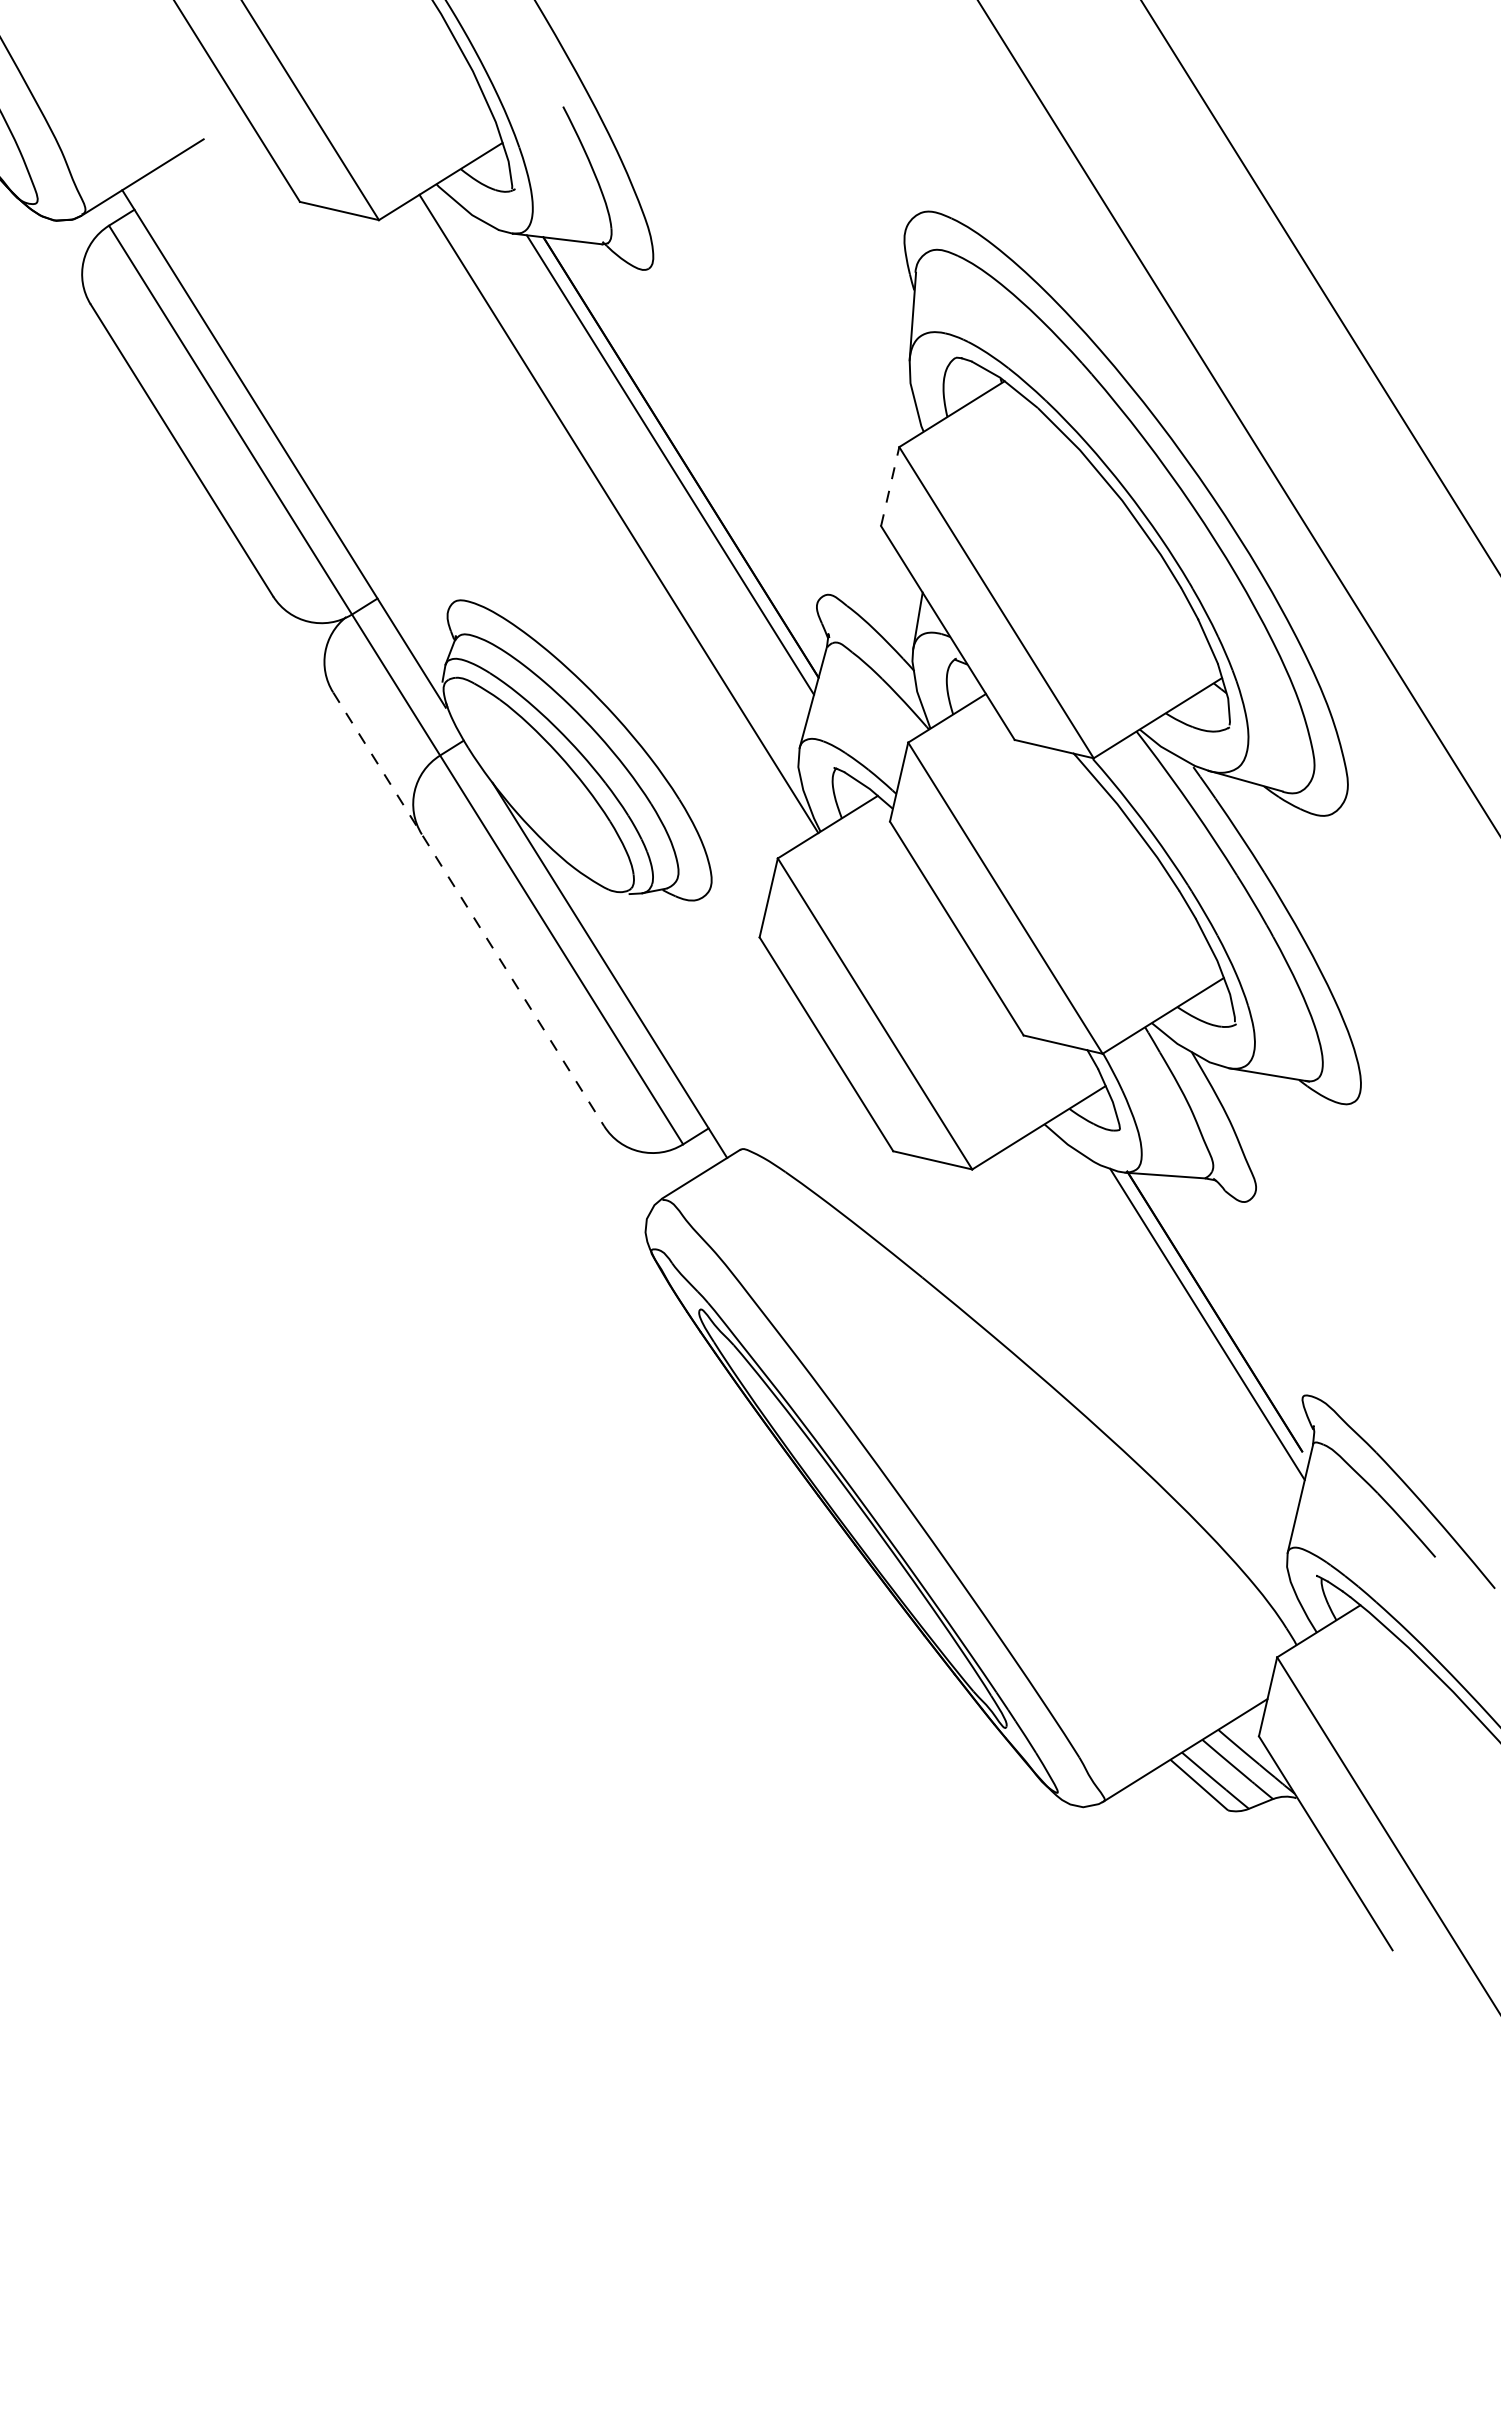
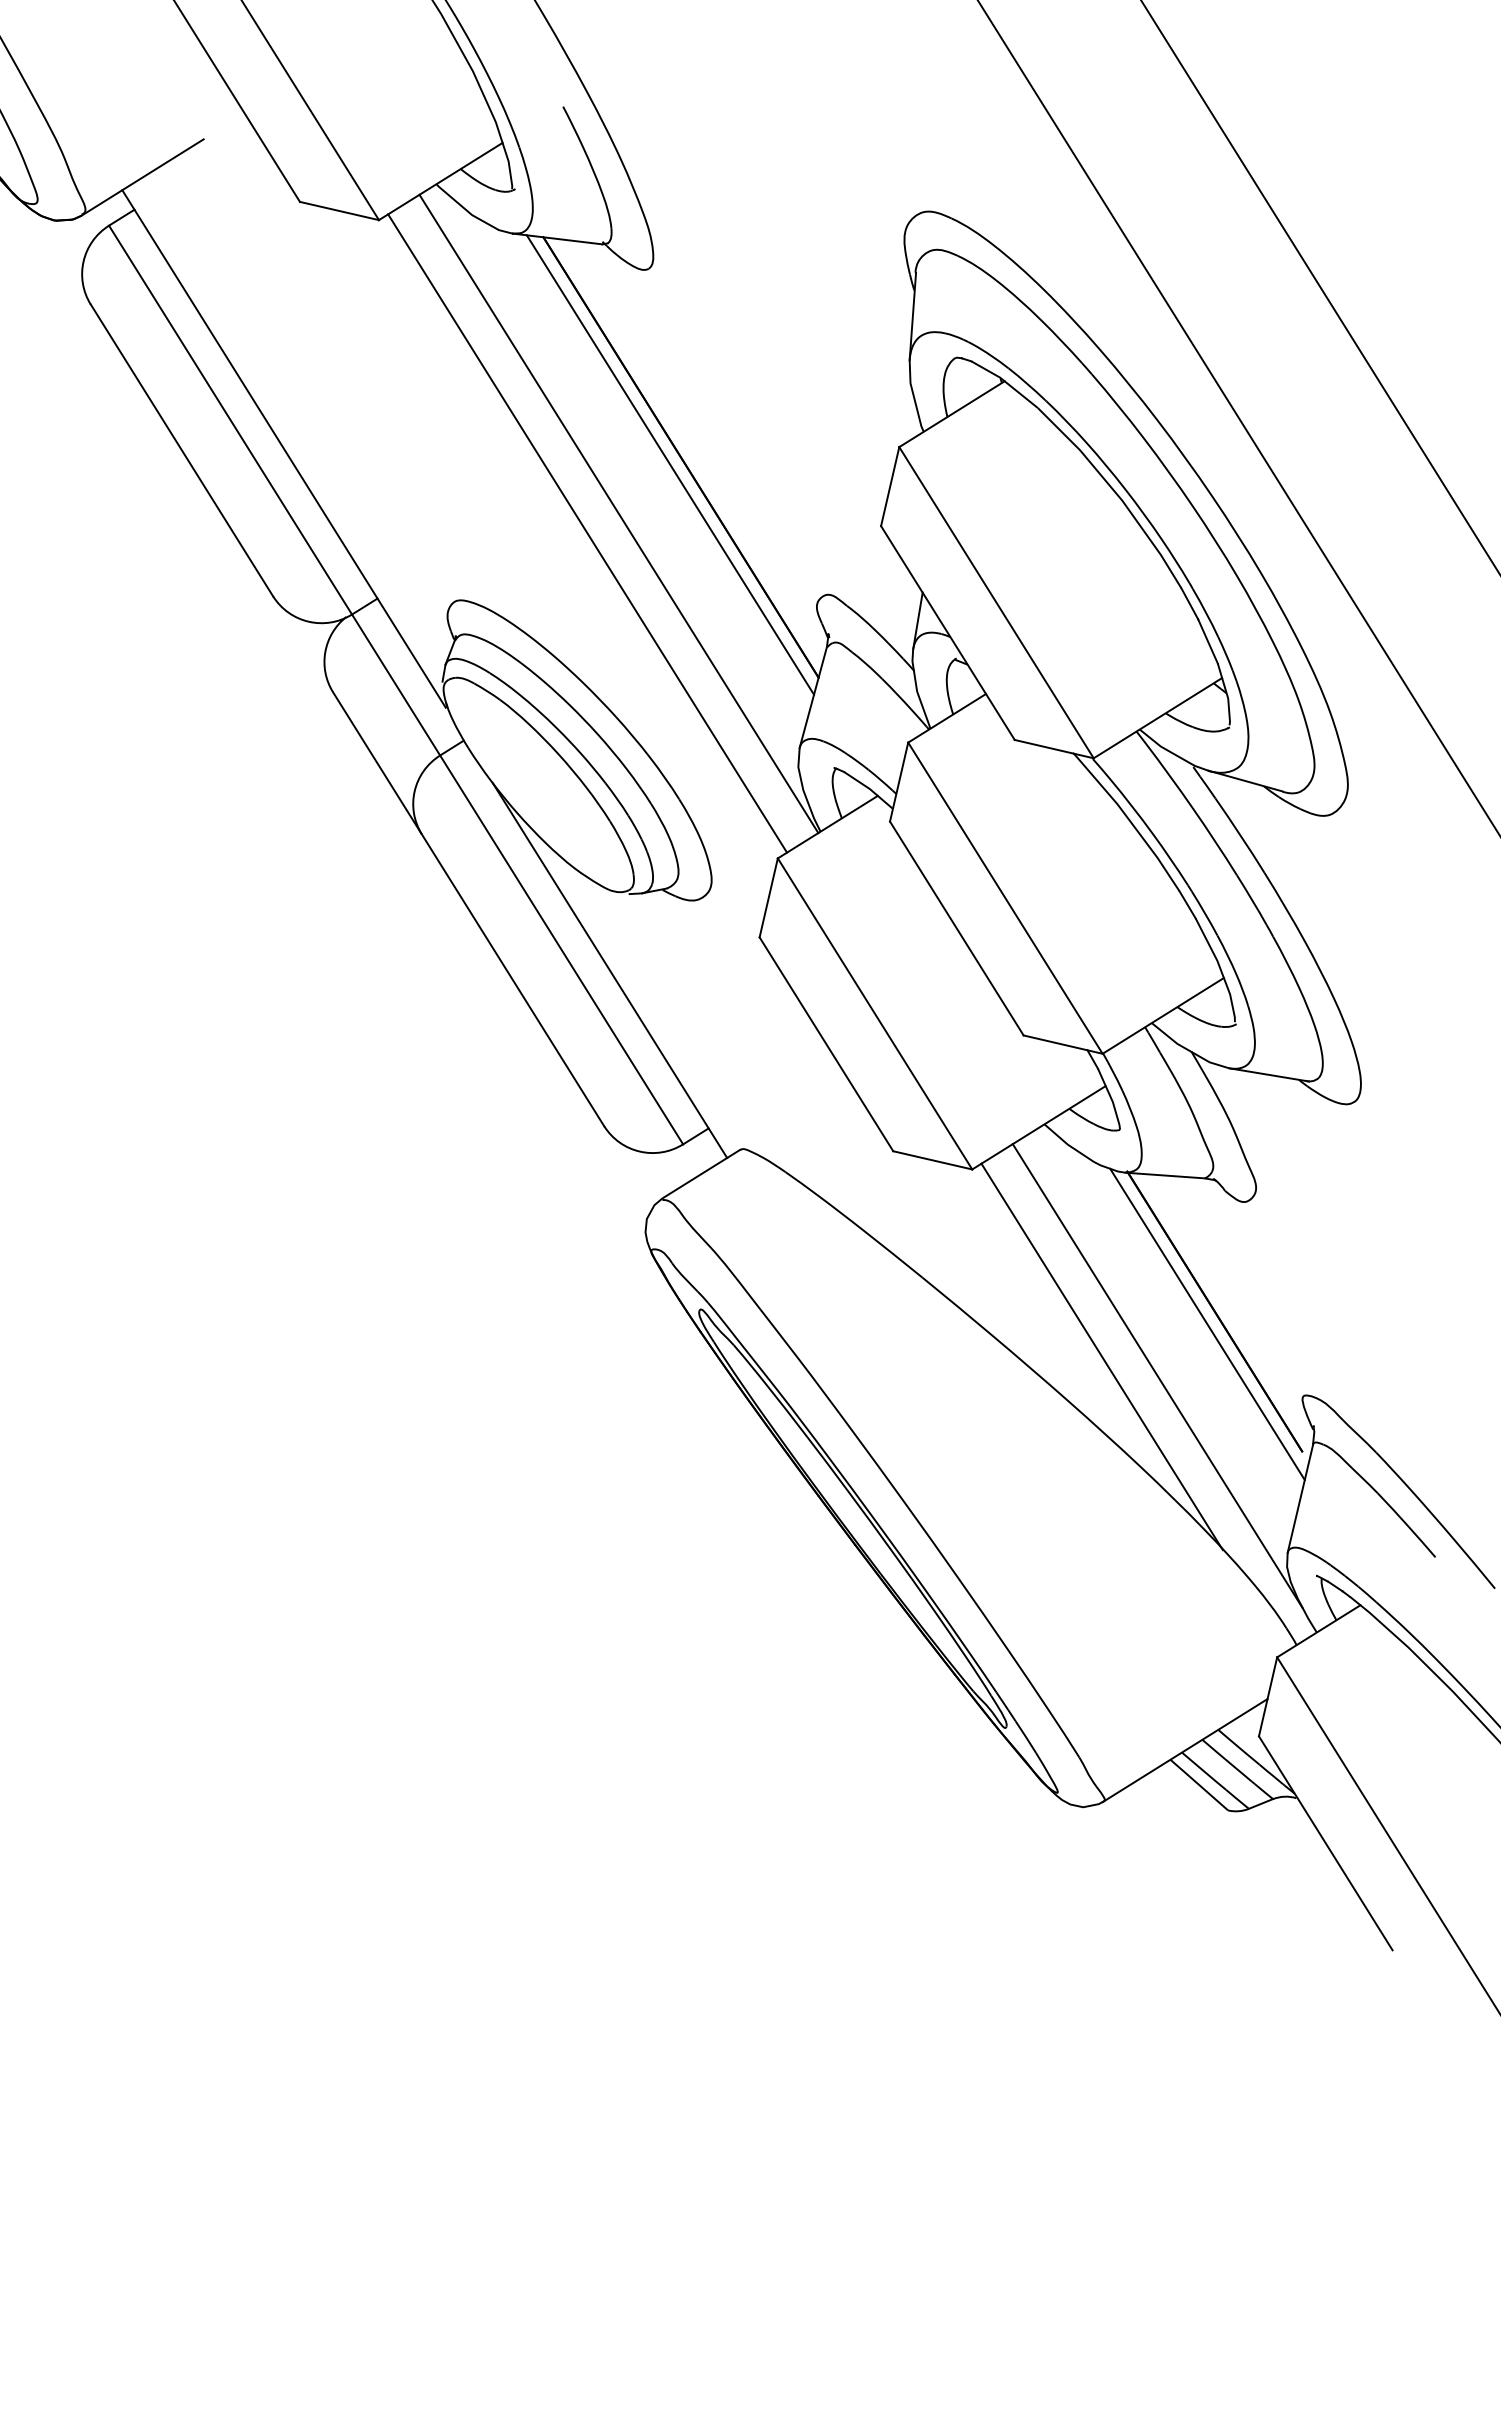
line at (890, 486): dashed -> solid
line at (587, 533): none -> present
line at (468, 909): dashed -> solid
line at (1101, 1356): none -> present
line at (1157, 1376): none -> present
